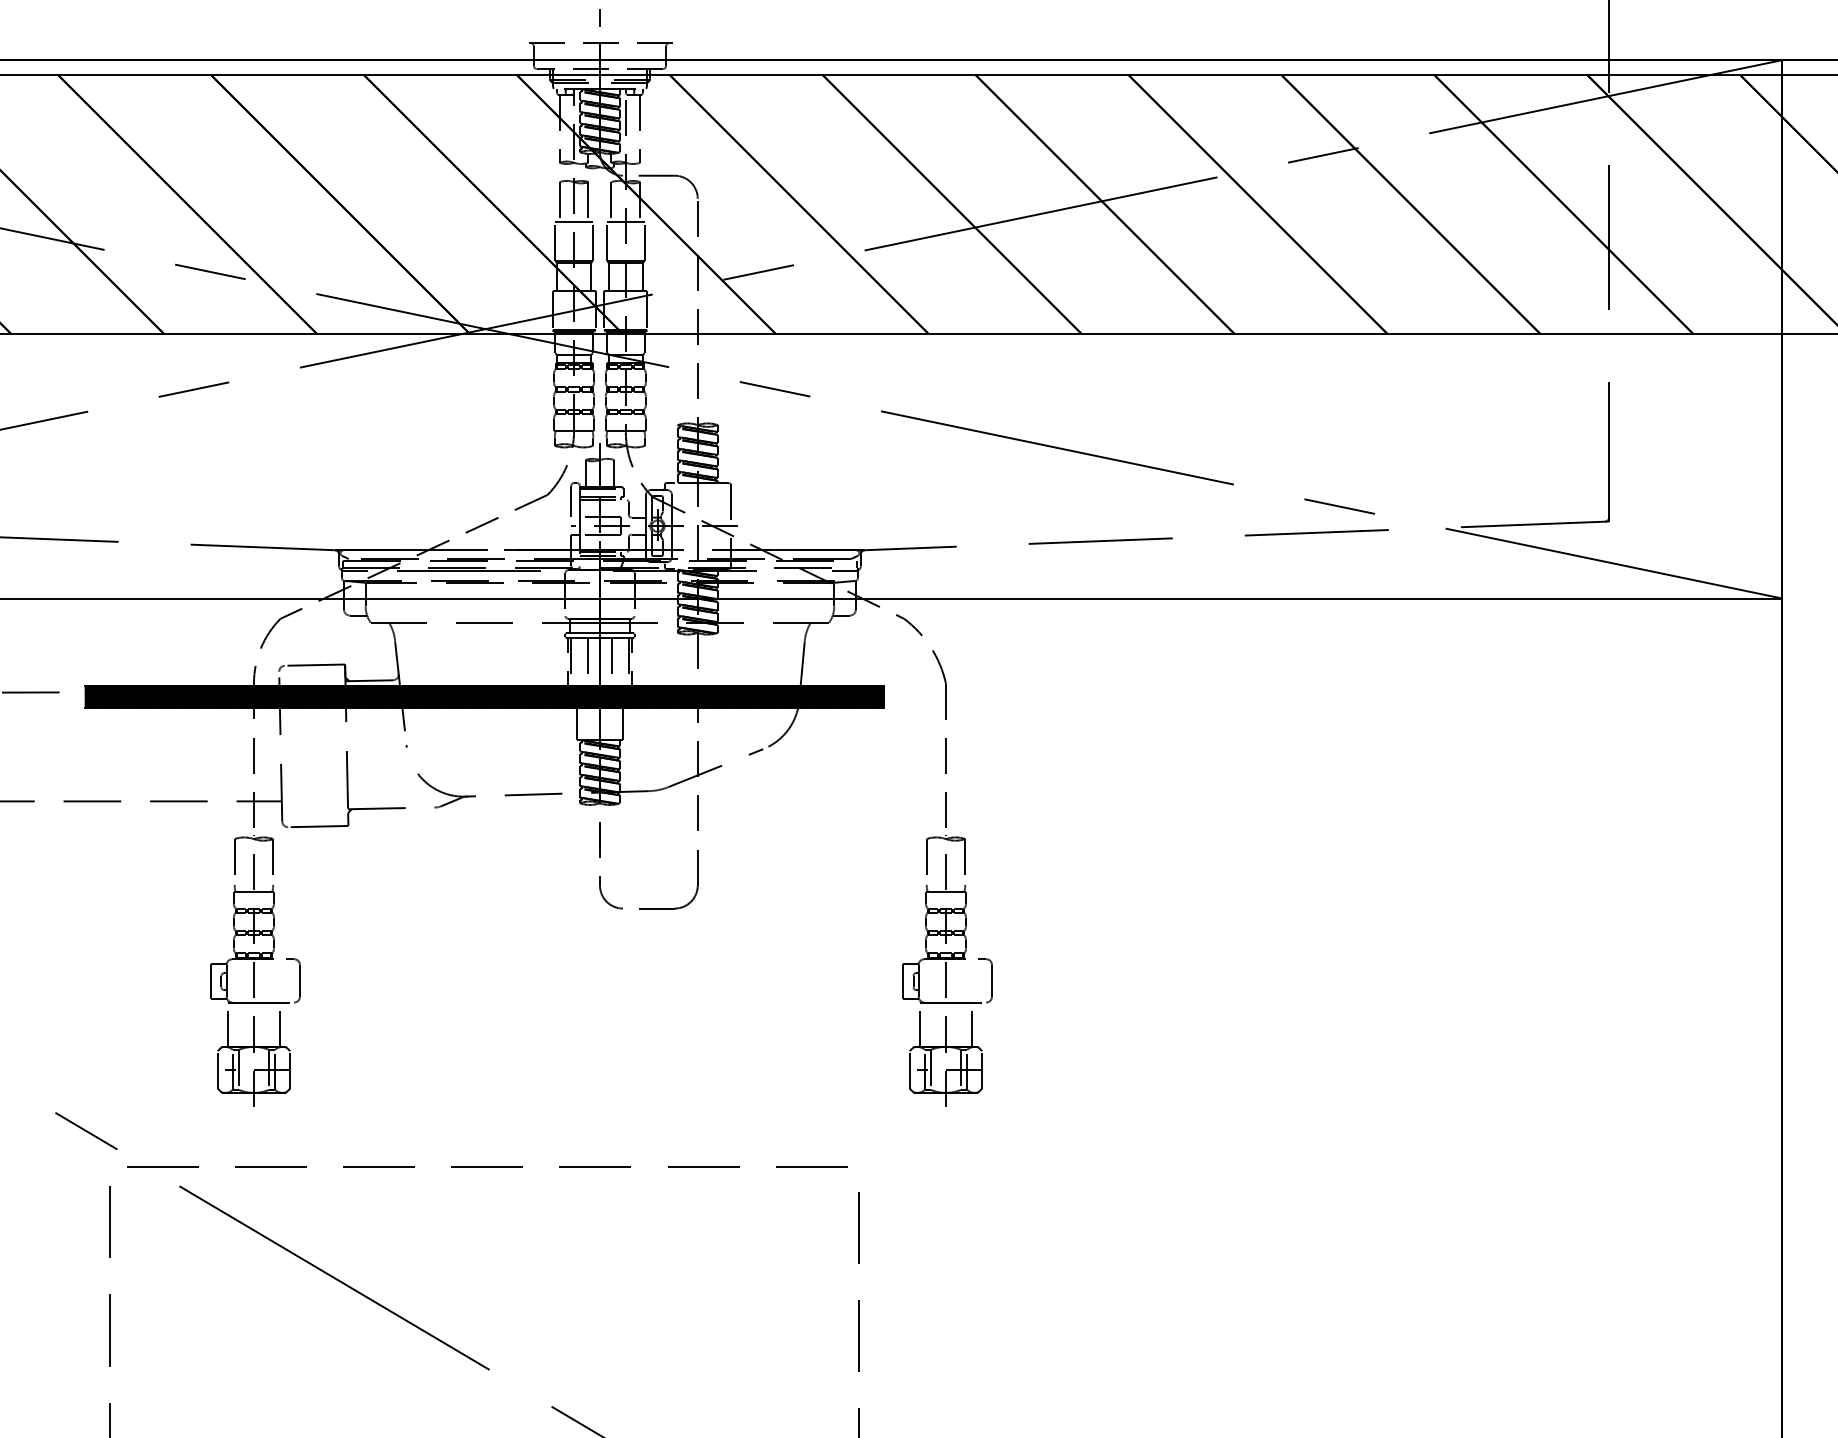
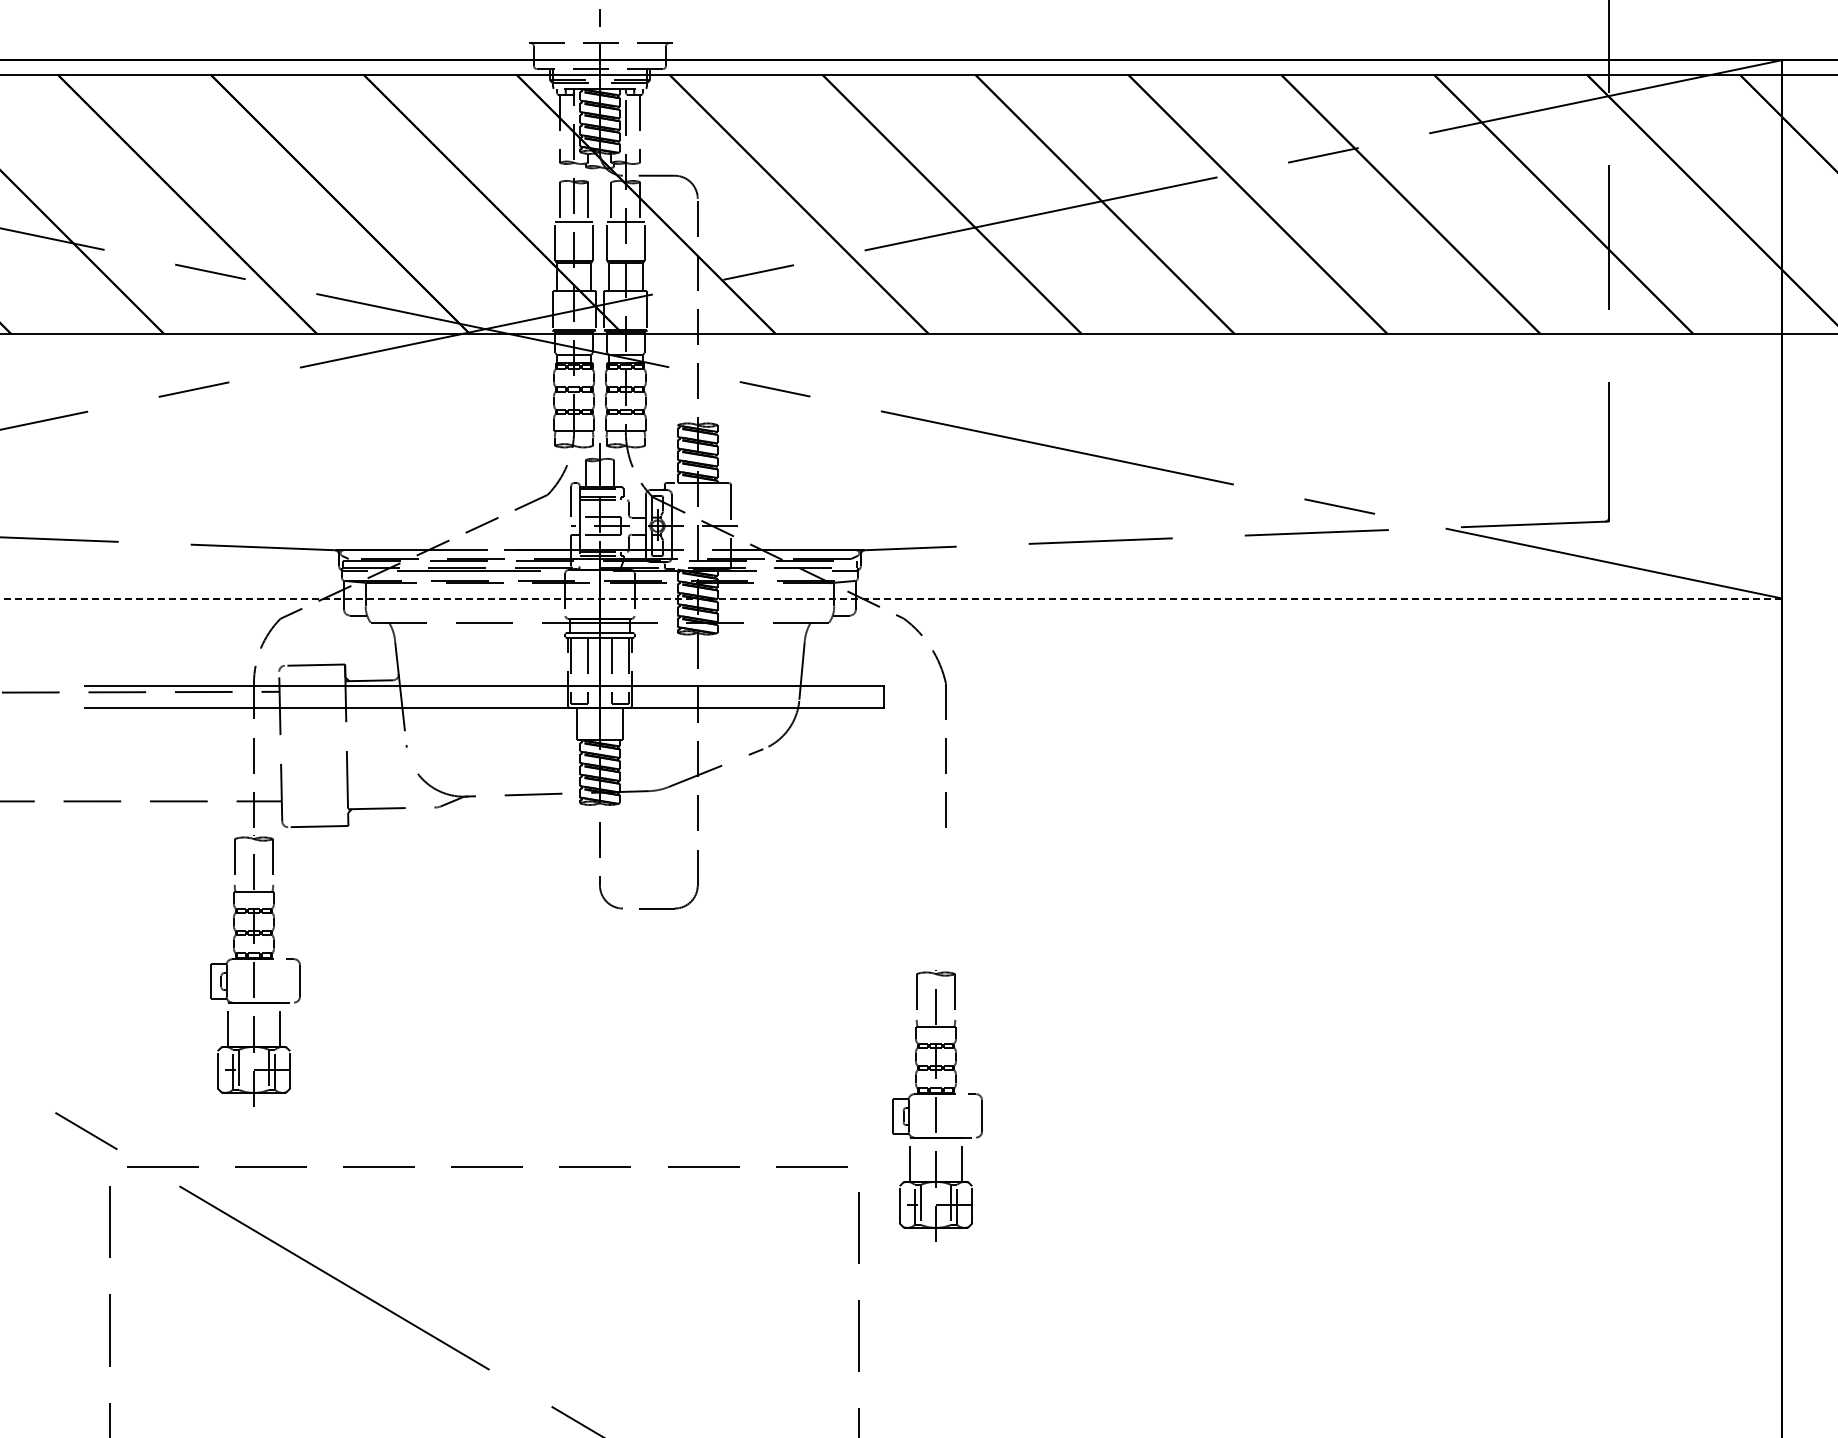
line at (891, 598): solid -> dashed
hatch at (484, 696): present -> none
part at (947, 970) position: (947, 970) -> (937, 1105)
